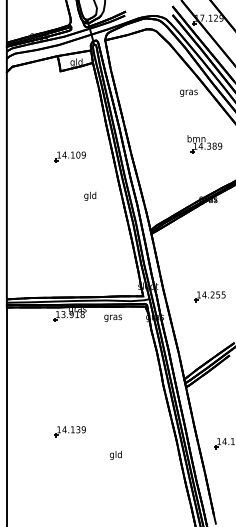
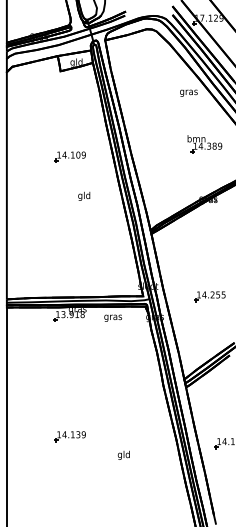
text at (90, 195) position: (90, 195) -> (84, 195)
part at (69, 431) position: (69, 431) -> (69, 436)
text at (115, 454) position: (115, 454) -> (123, 454)
